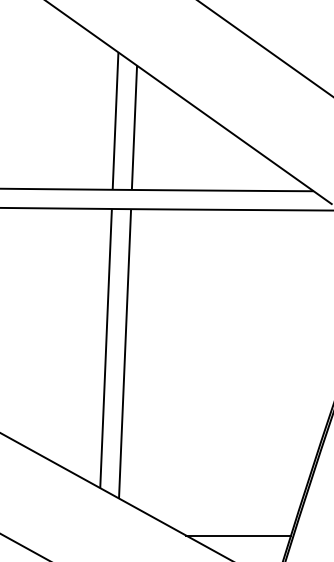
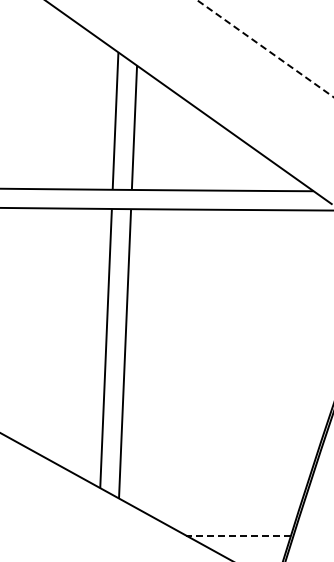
line at (265, 48): solid -> dashed
line at (238, 535): solid -> dashed
line at (23, 546): present -> none
